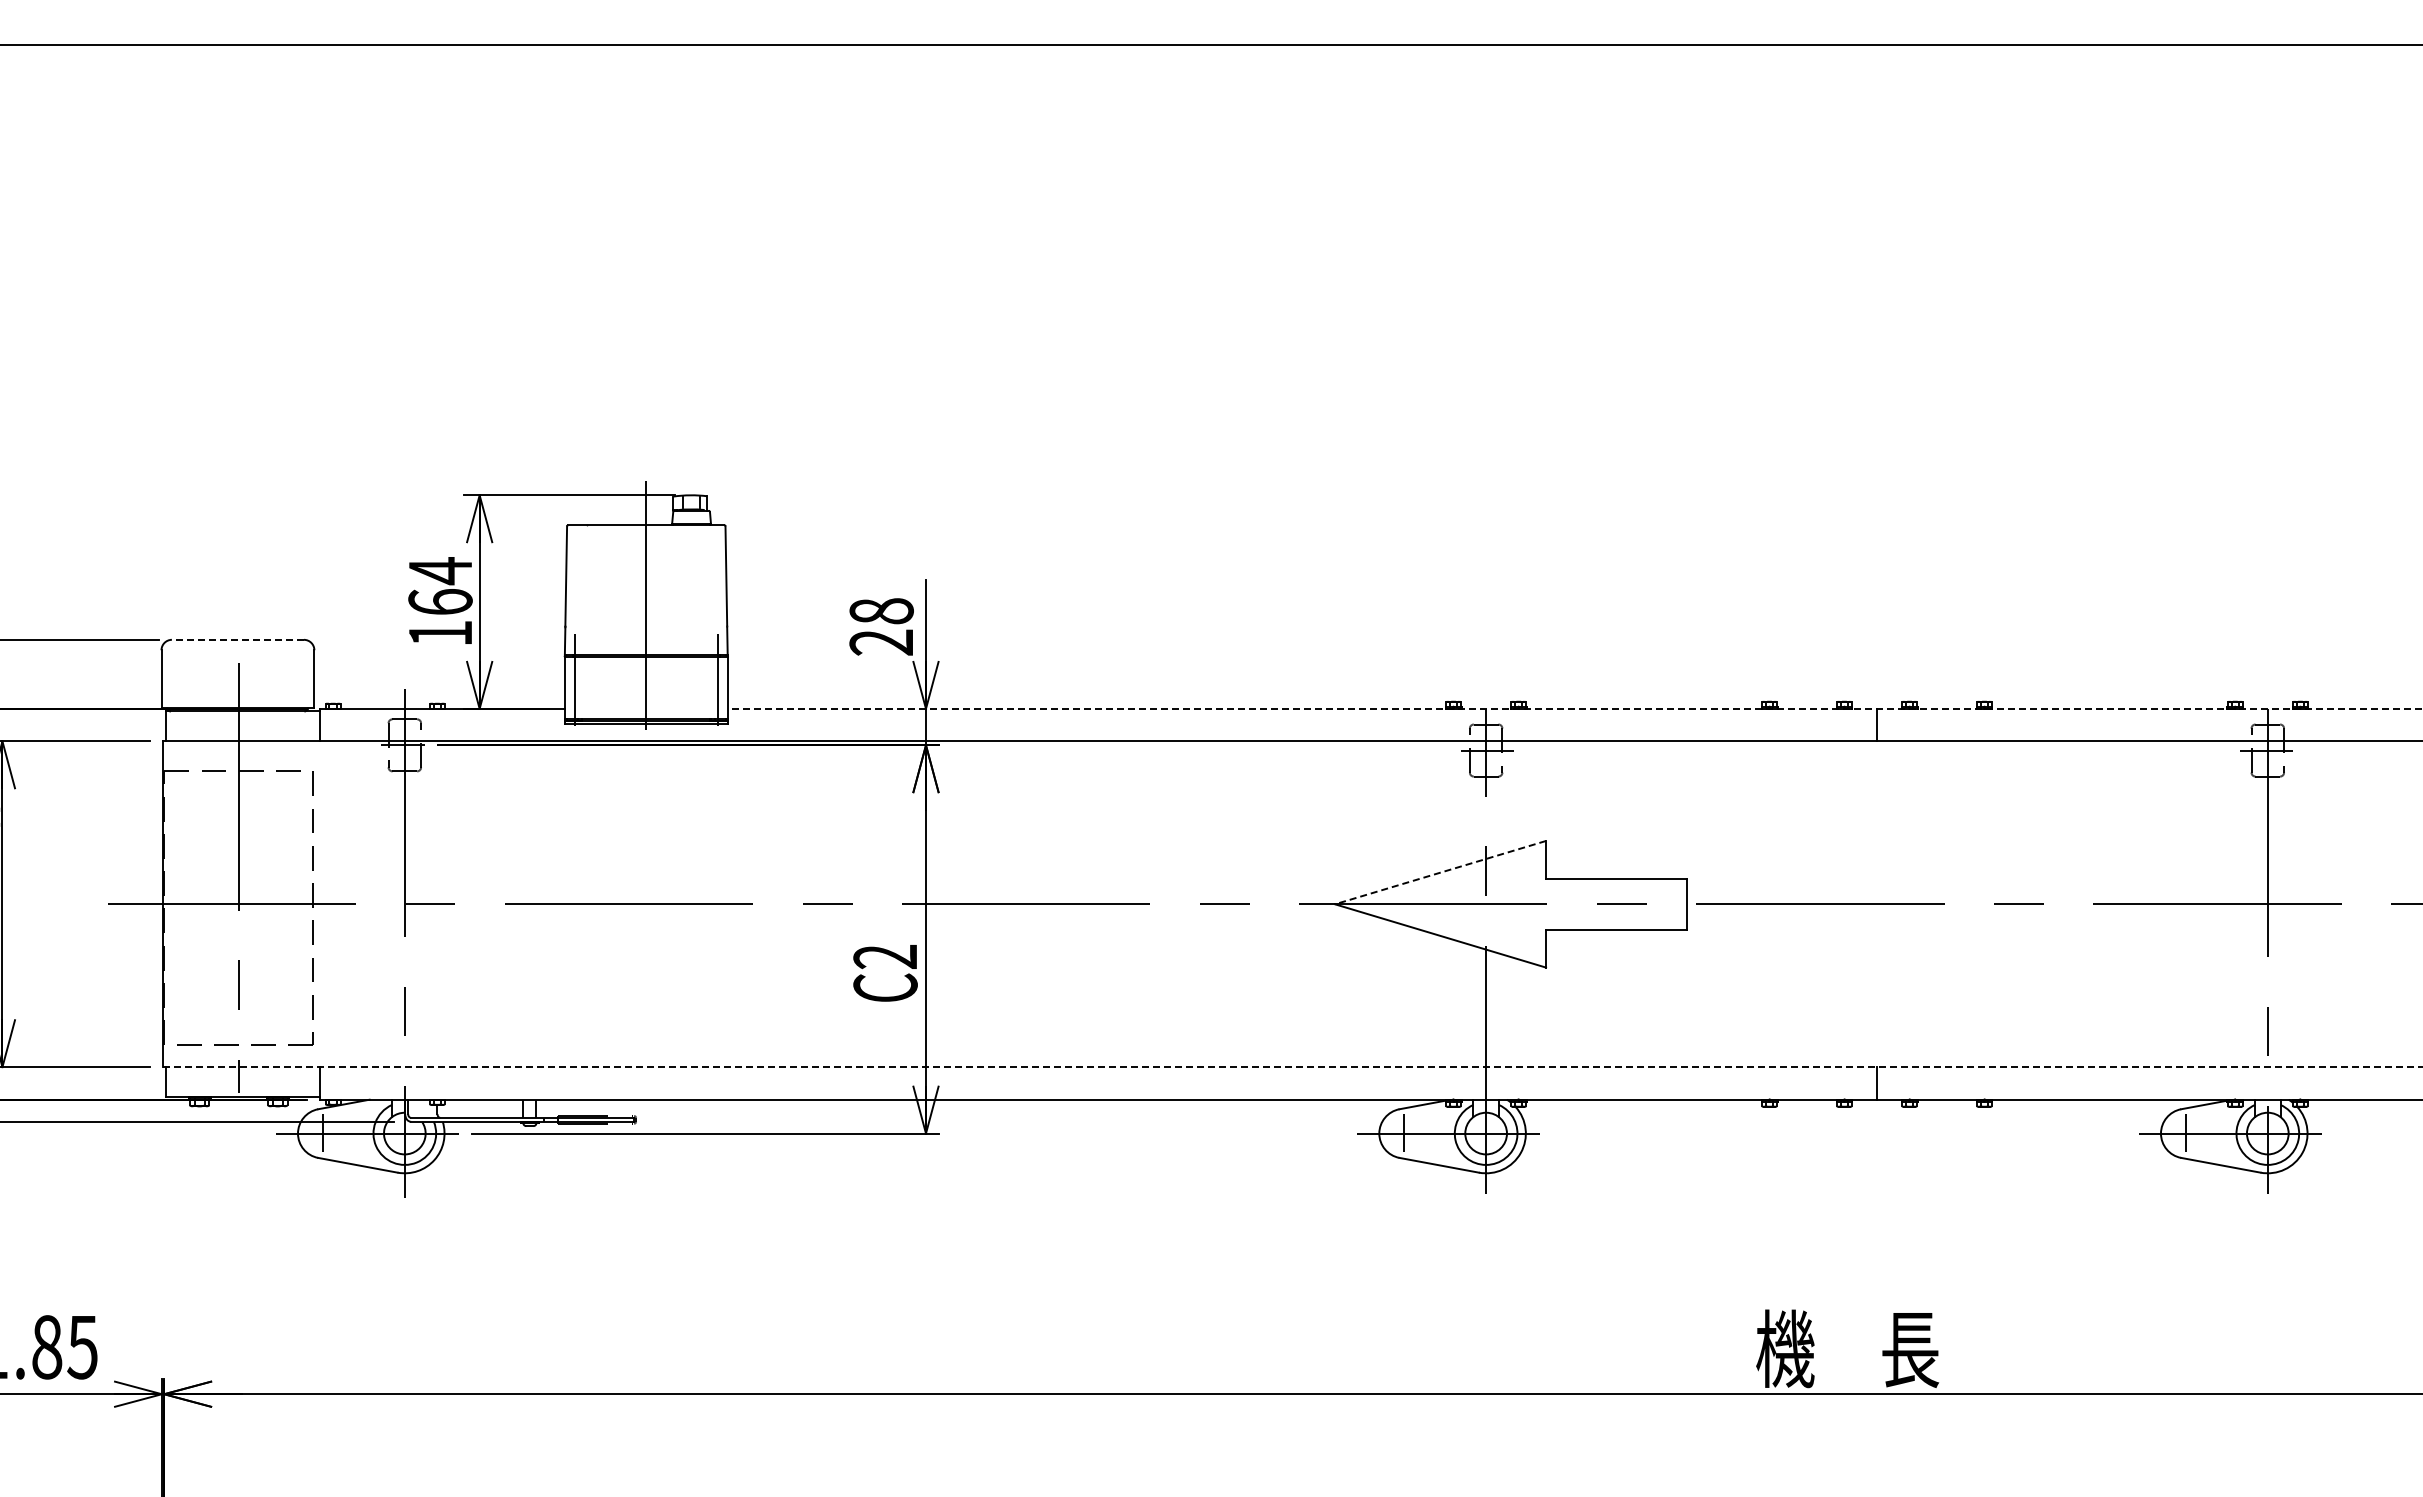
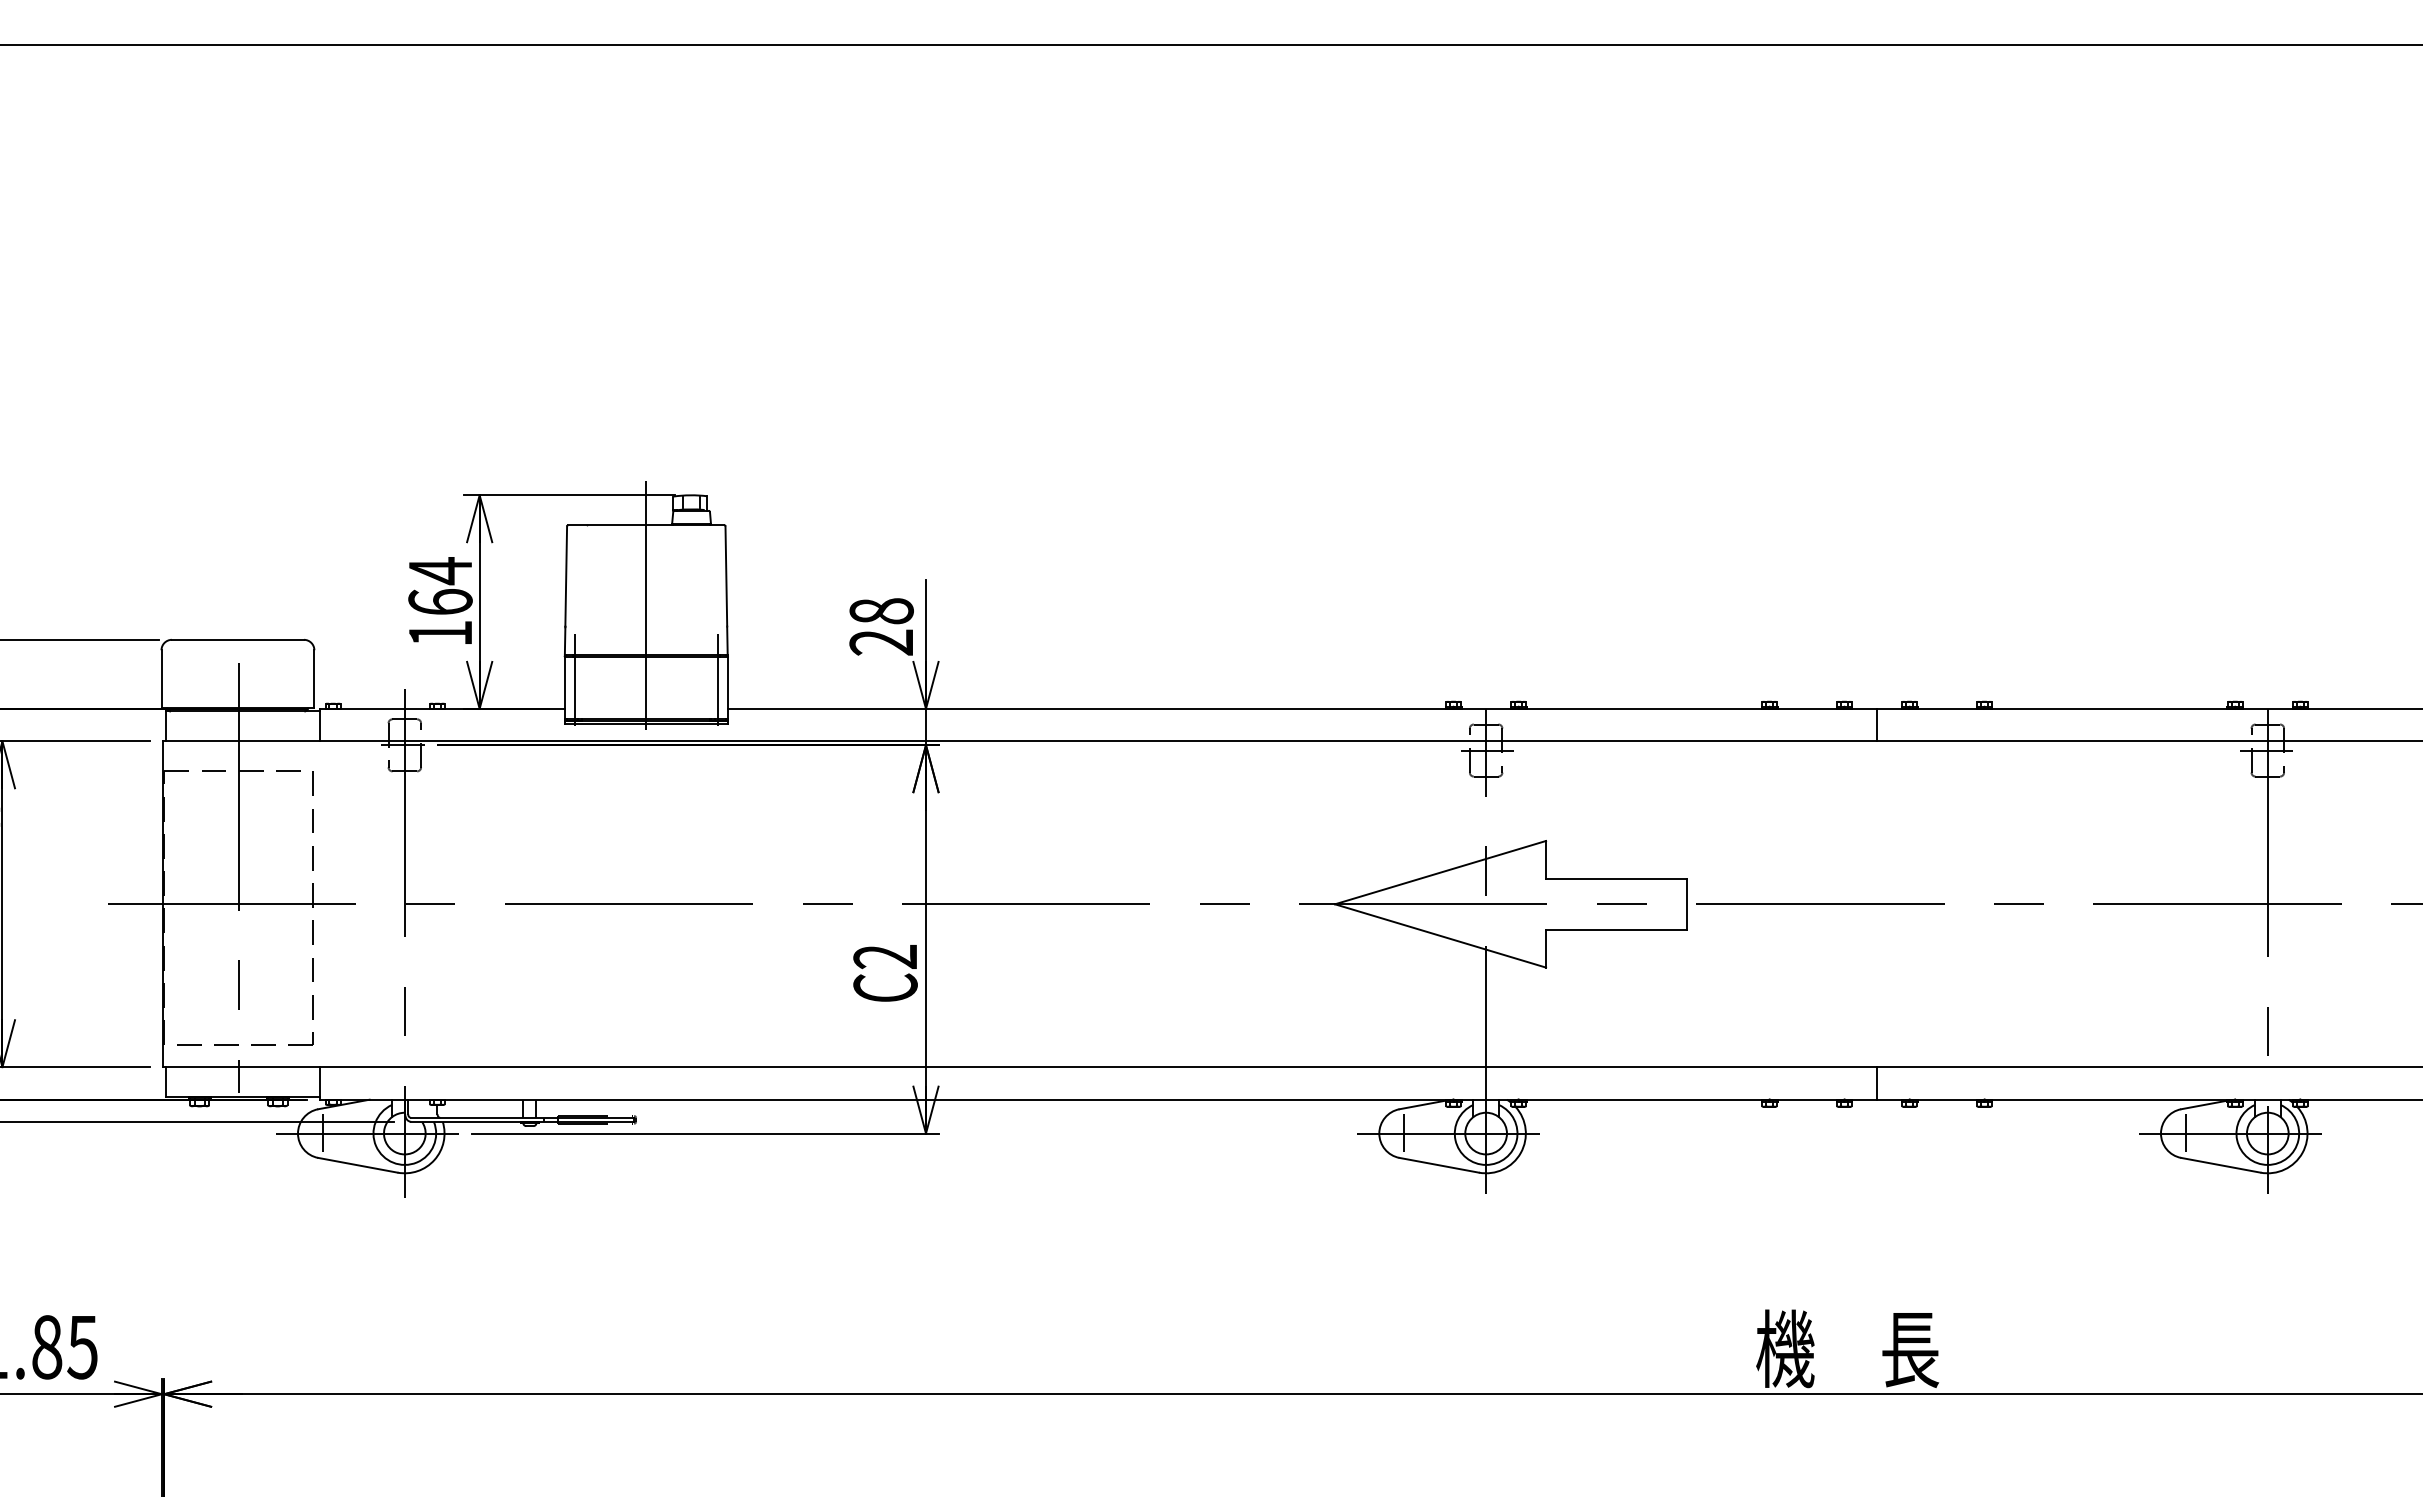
line at (237, 639): dashed -> solid
line at (1574, 708): dashed -> solid
line at (1440, 872): dashed -> solid
line at (1292, 1067): dashed -> solid
